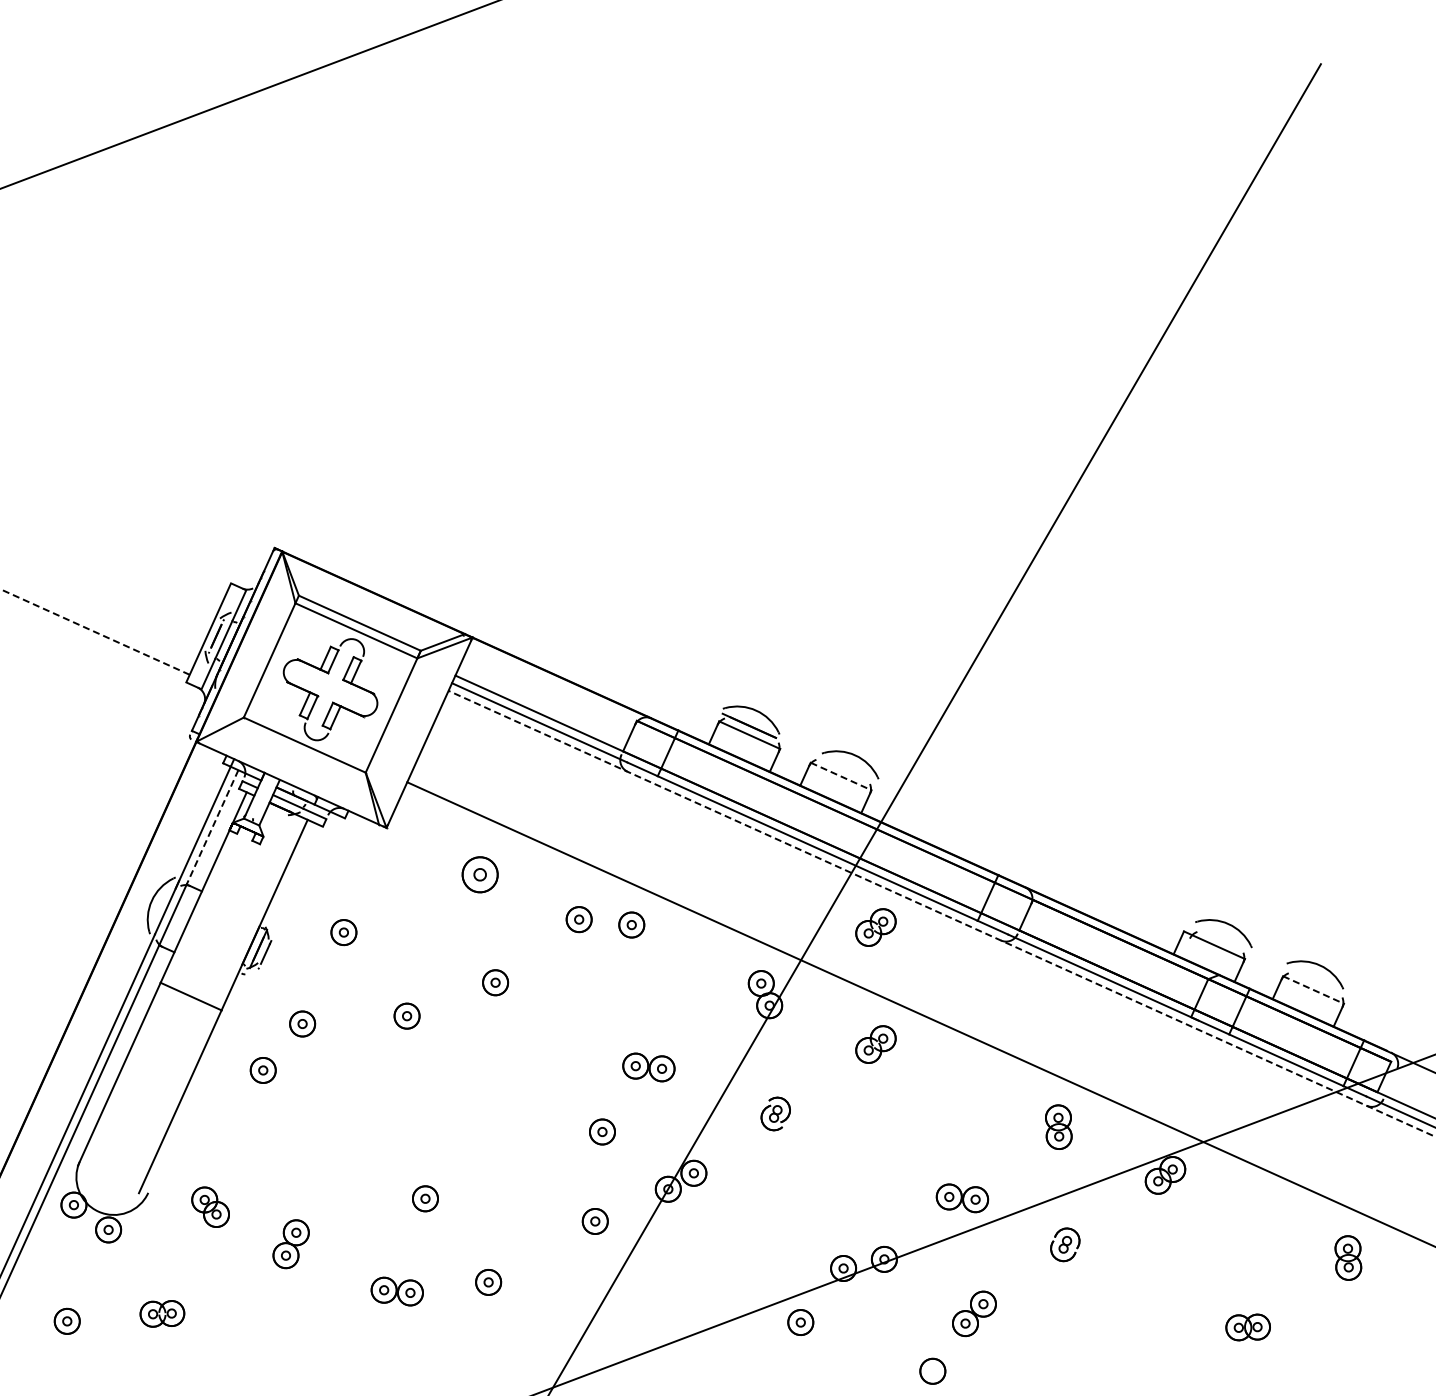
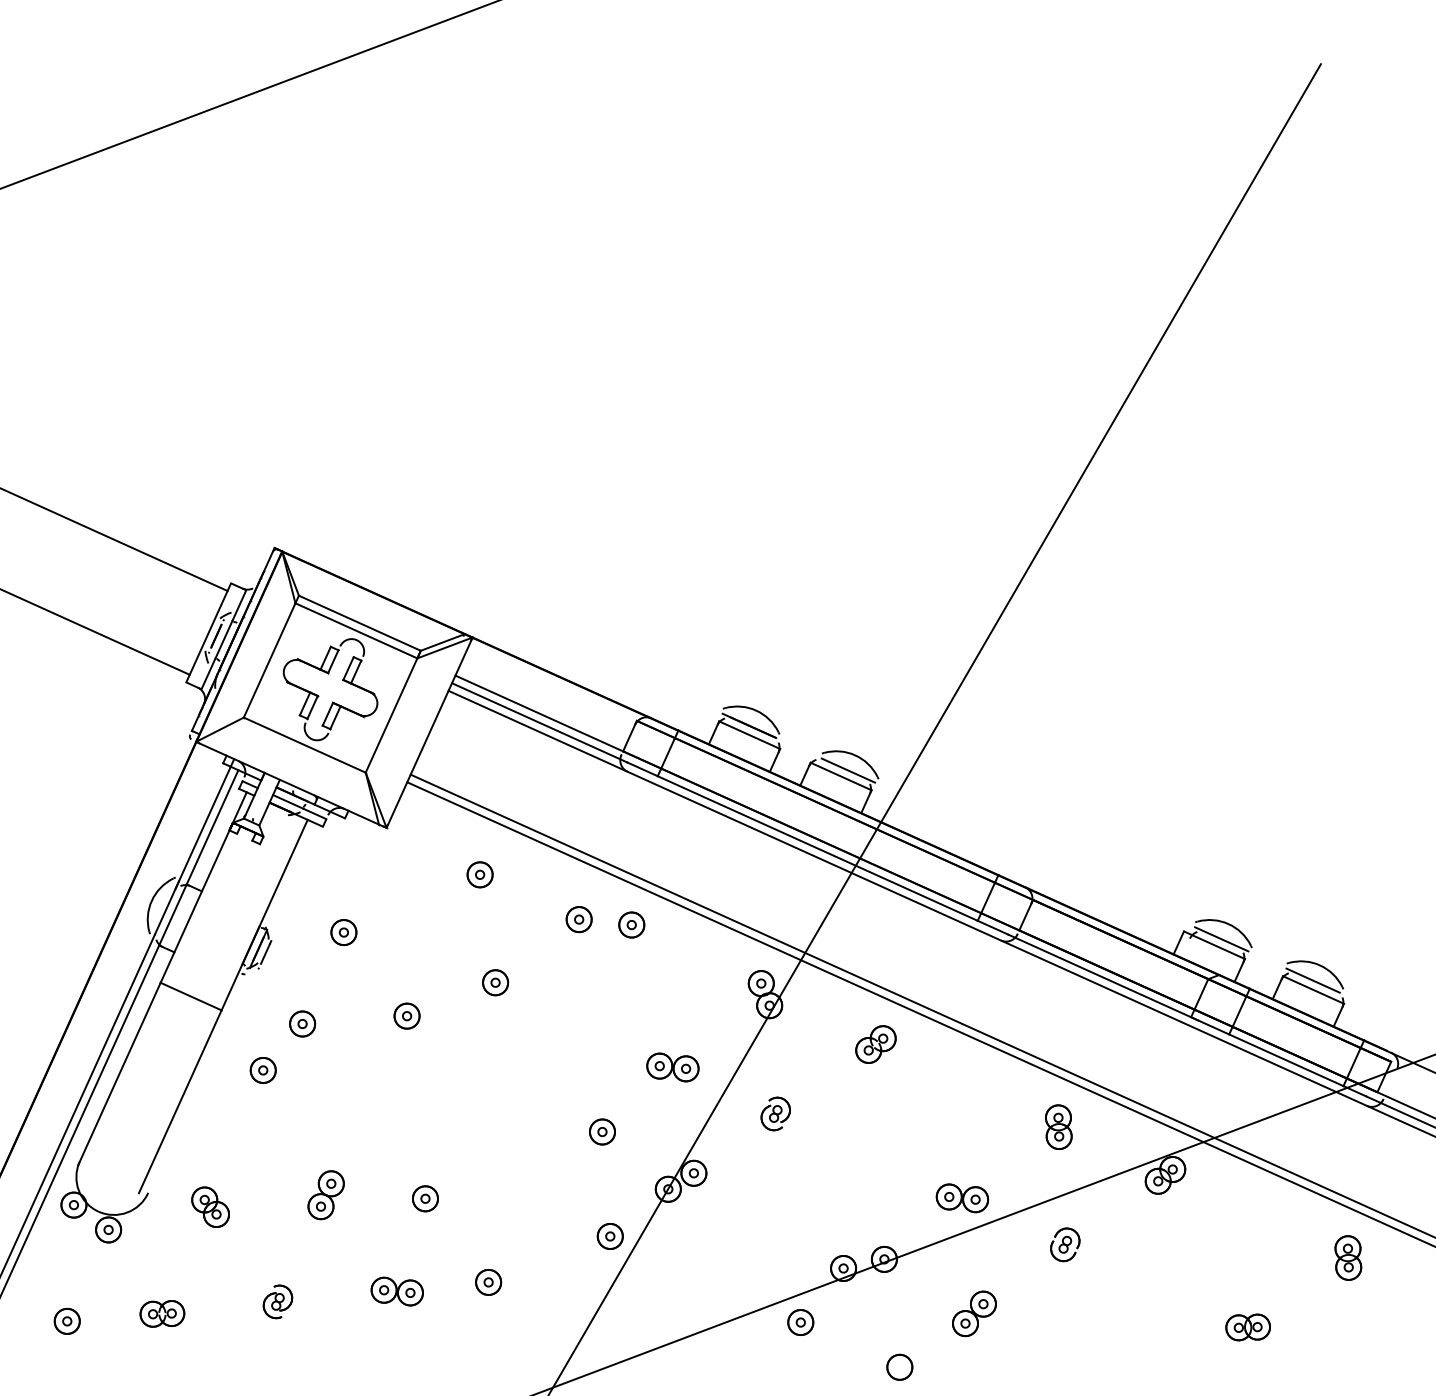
line at (114, 540): none -> present
line at (95, 632): dashed -> solid
line at (848, 770): none -> present
line at (841, 776): dashed -> solid
line at (212, 827): dashed -> solid
part at (479, 874) size: 38x38 px -> 28x28 px
line at (941, 913): dashed -> solid
part at (875, 927): present -> none
line at (1221, 939): none -> present
line at (1312, 980): none -> present
line at (1314, 990): dashed -> solid
line at (921, 1005): none -> present
part at (648, 1067) position: (648, 1067) -> (672, 1067)
part at (594, 1221) position: (594, 1221) -> (609, 1236)
part at (290, 1244) position: (290, 1244) -> (325, 1195)
part at (277, 1301): none -> present
part at (932, 1370) position: (932, 1370) -> (899, 1366)
